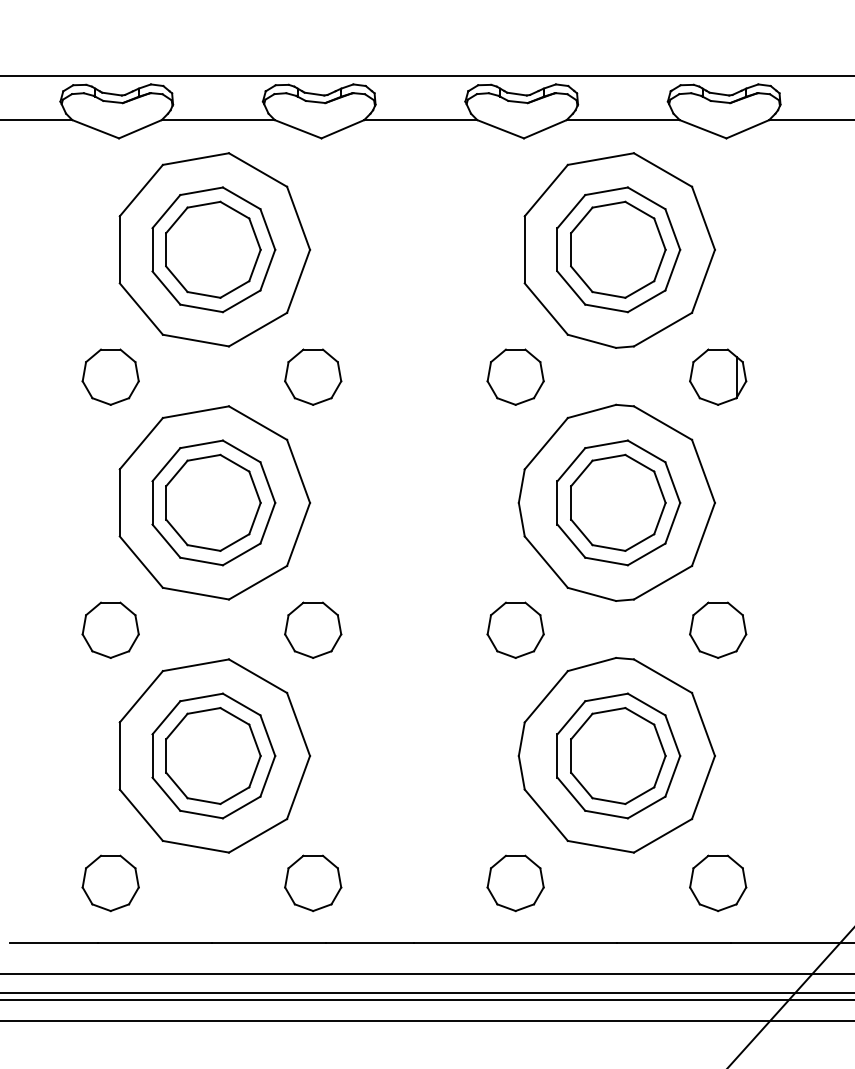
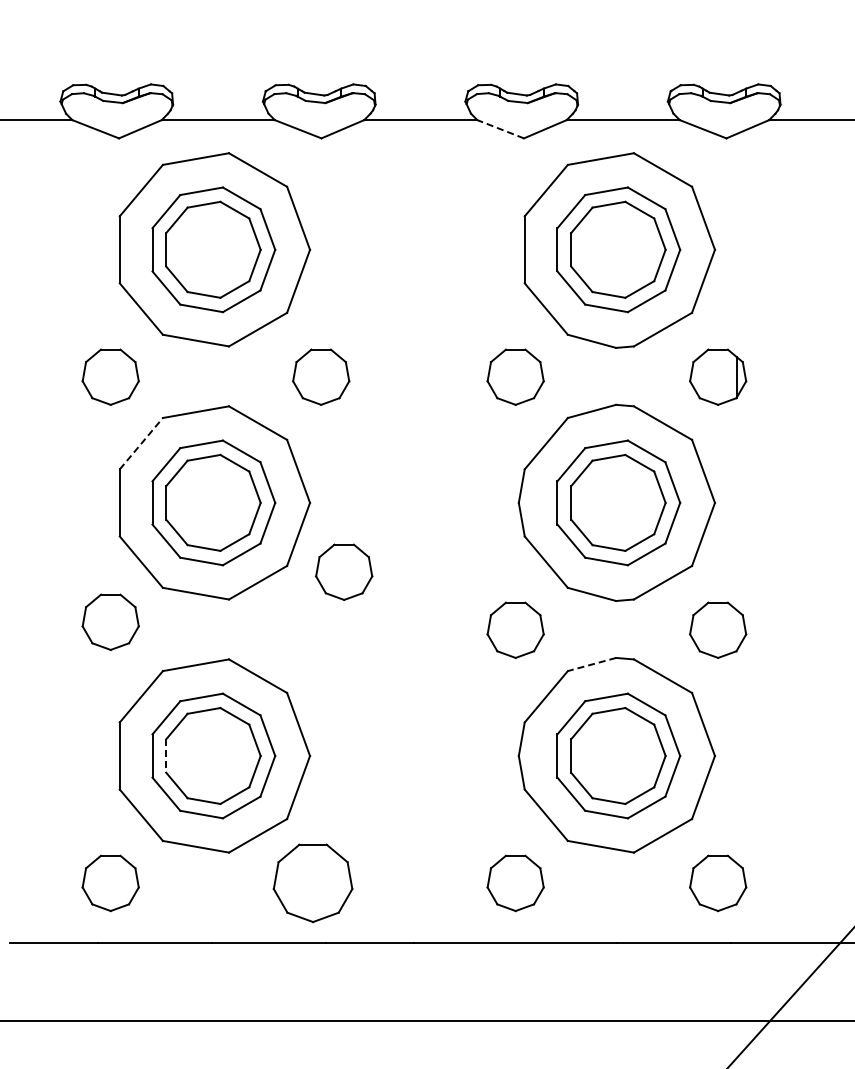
line at (426, 75): present -> none
line at (500, 129): solid -> dashed
part at (313, 376) position: (313, 376) -> (321, 376)
line at (141, 443): solid -> dashed
part at (110, 629) position: (110, 629) -> (110, 621)
part at (313, 629) position: (313, 629) -> (344, 571)
line at (591, 664): solid -> dashed
line at (166, 756): solid -> dashed
part at (313, 883) size: 59x59 px -> 82x81 px
line at (426, 974): present -> none
line at (426, 993): present -> none
line at (426, 999): present -> none
